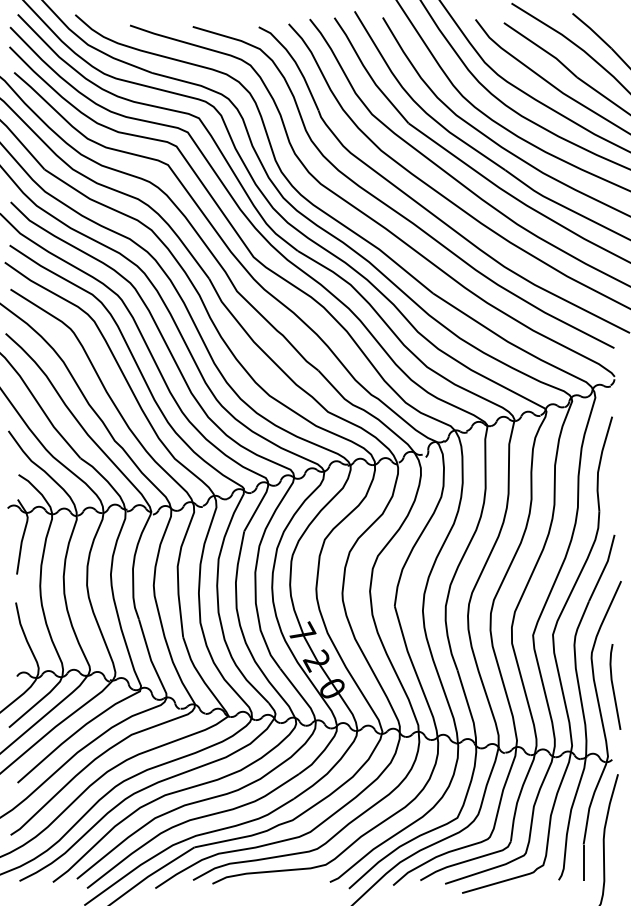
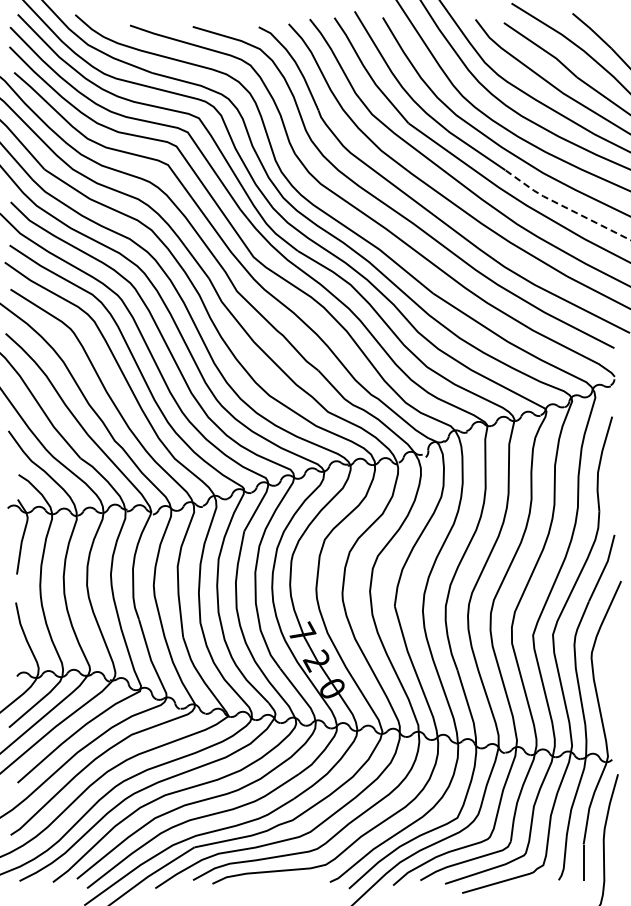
line at (564, 207): solid -> dashed
line at (613, 686): present -> none
